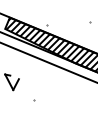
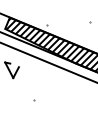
part at (11, 82) position: (11, 82) -> (11, 70)
